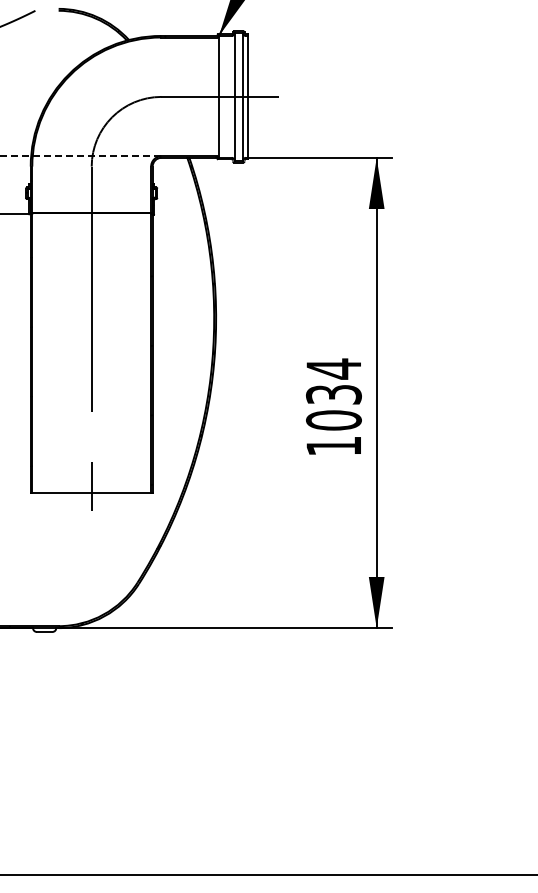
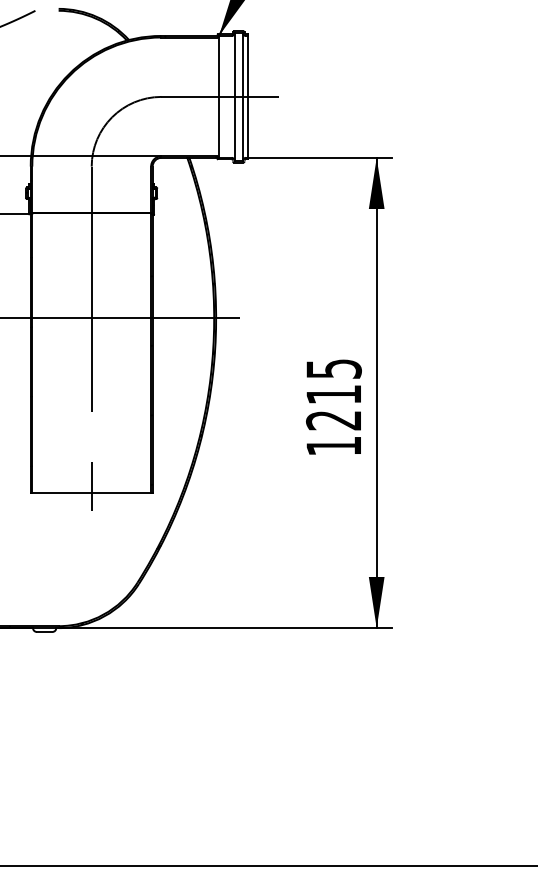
line at (80, 156): dashed -> solid
line at (120, 318): none -> present
text at (333, 394): 1034 -> 1215
line at (268, 875) position: (268, 875) -> (268, 866)
